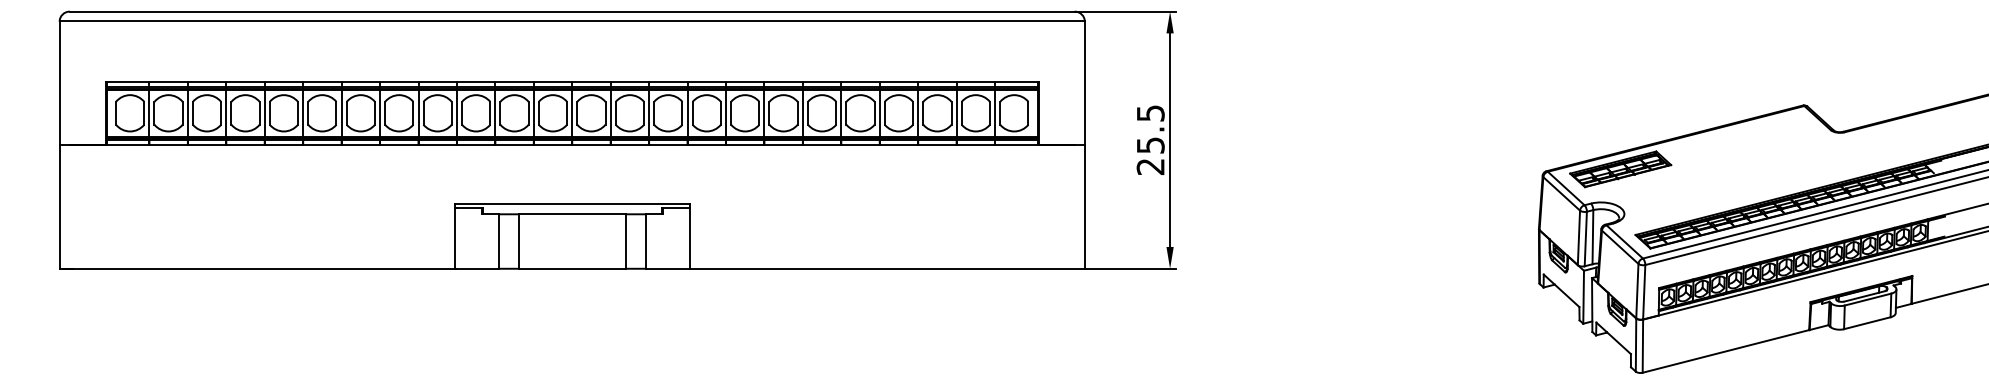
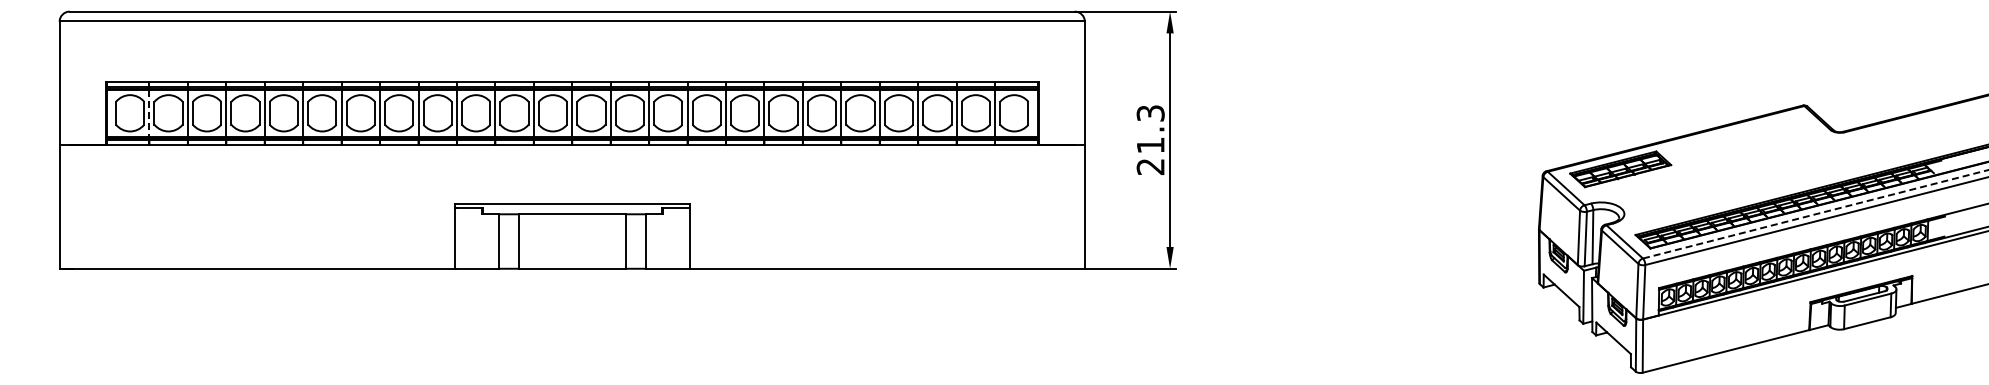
line at (149, 113): solid -> dashed
text at (1150, 129): 25.5 -> 21.3
line at (1816, 214): solid -> dashed
